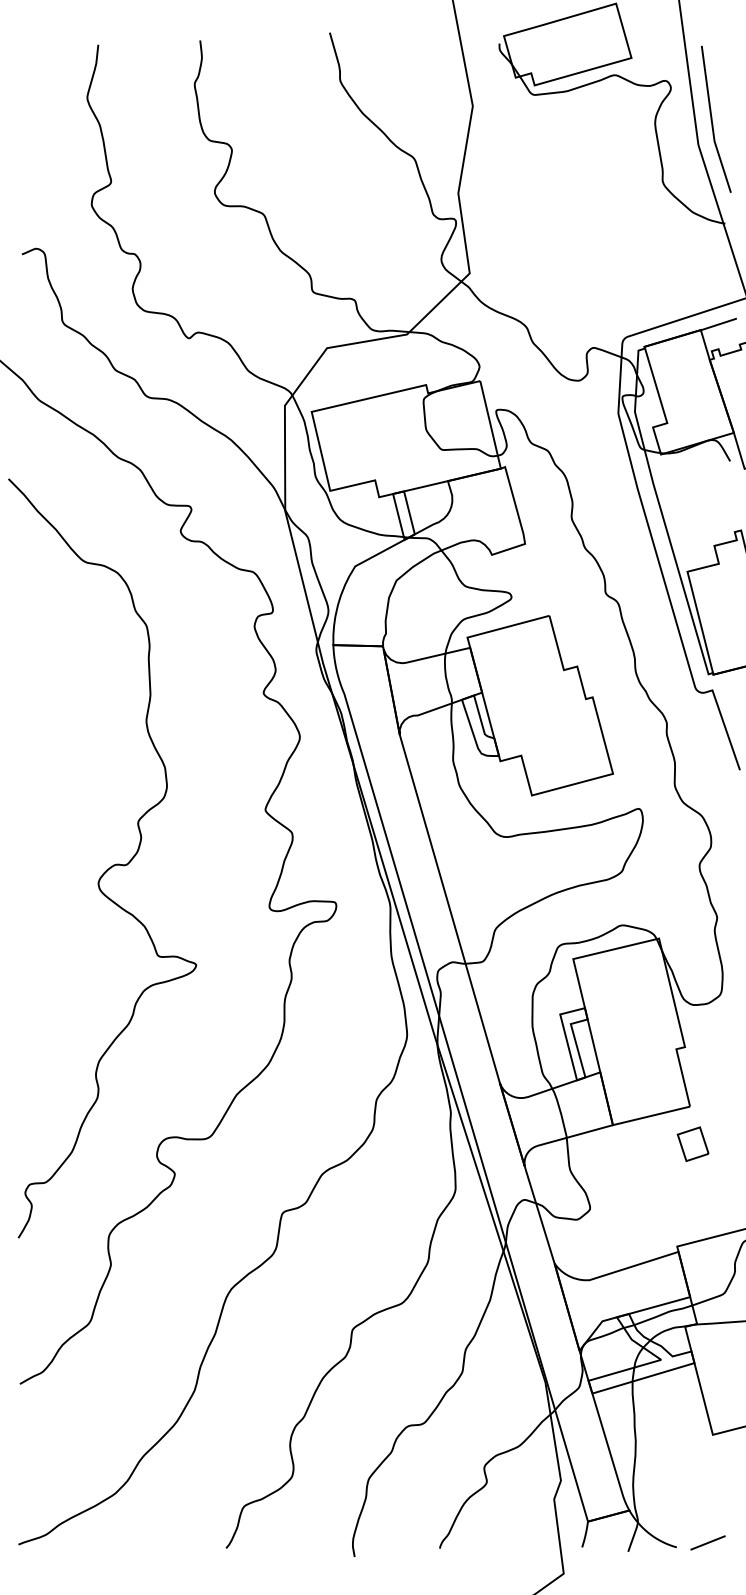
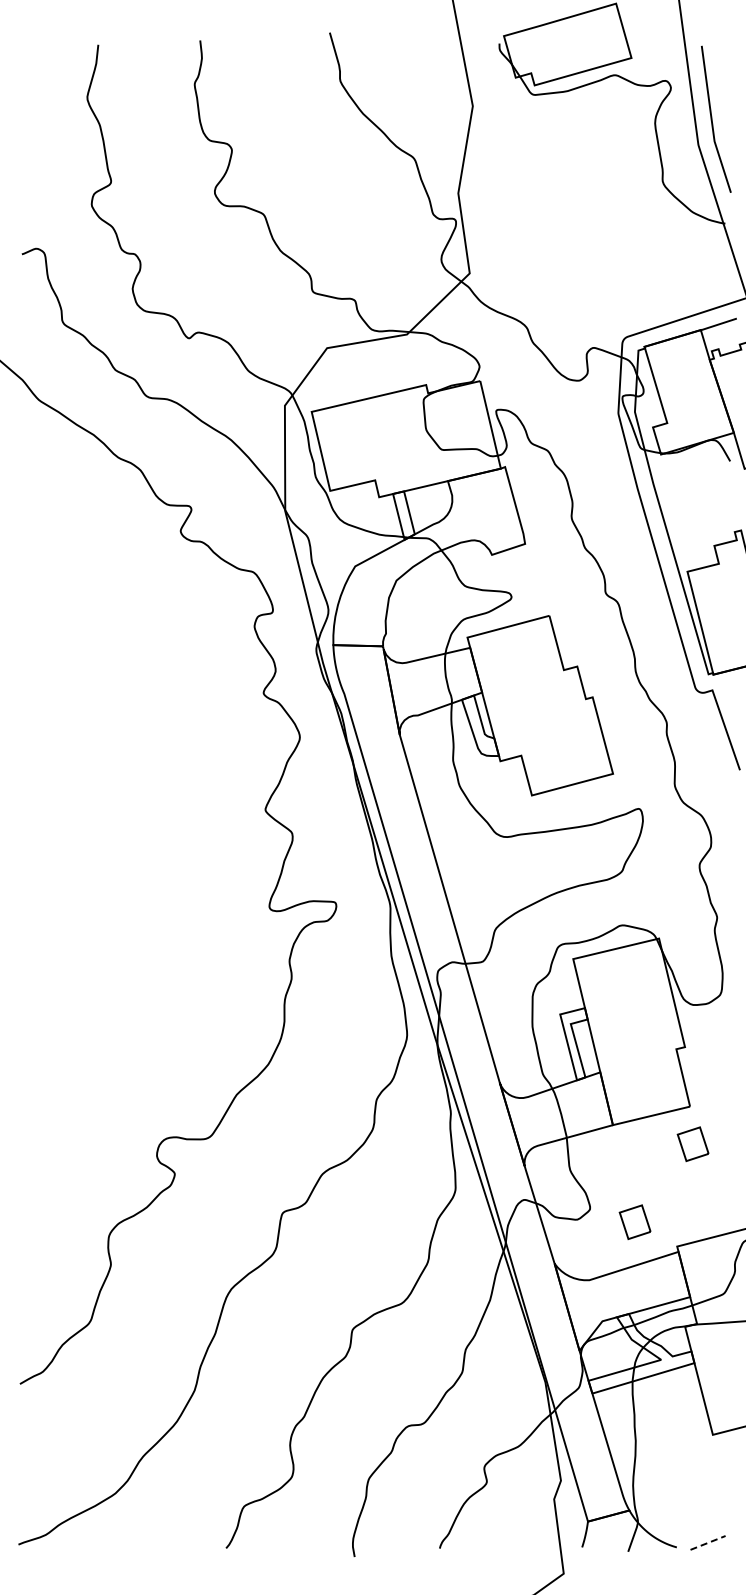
curve at (107, 868): present -> none
part at (634, 1221): none -> present
line at (708, 1542): solid -> dashed
